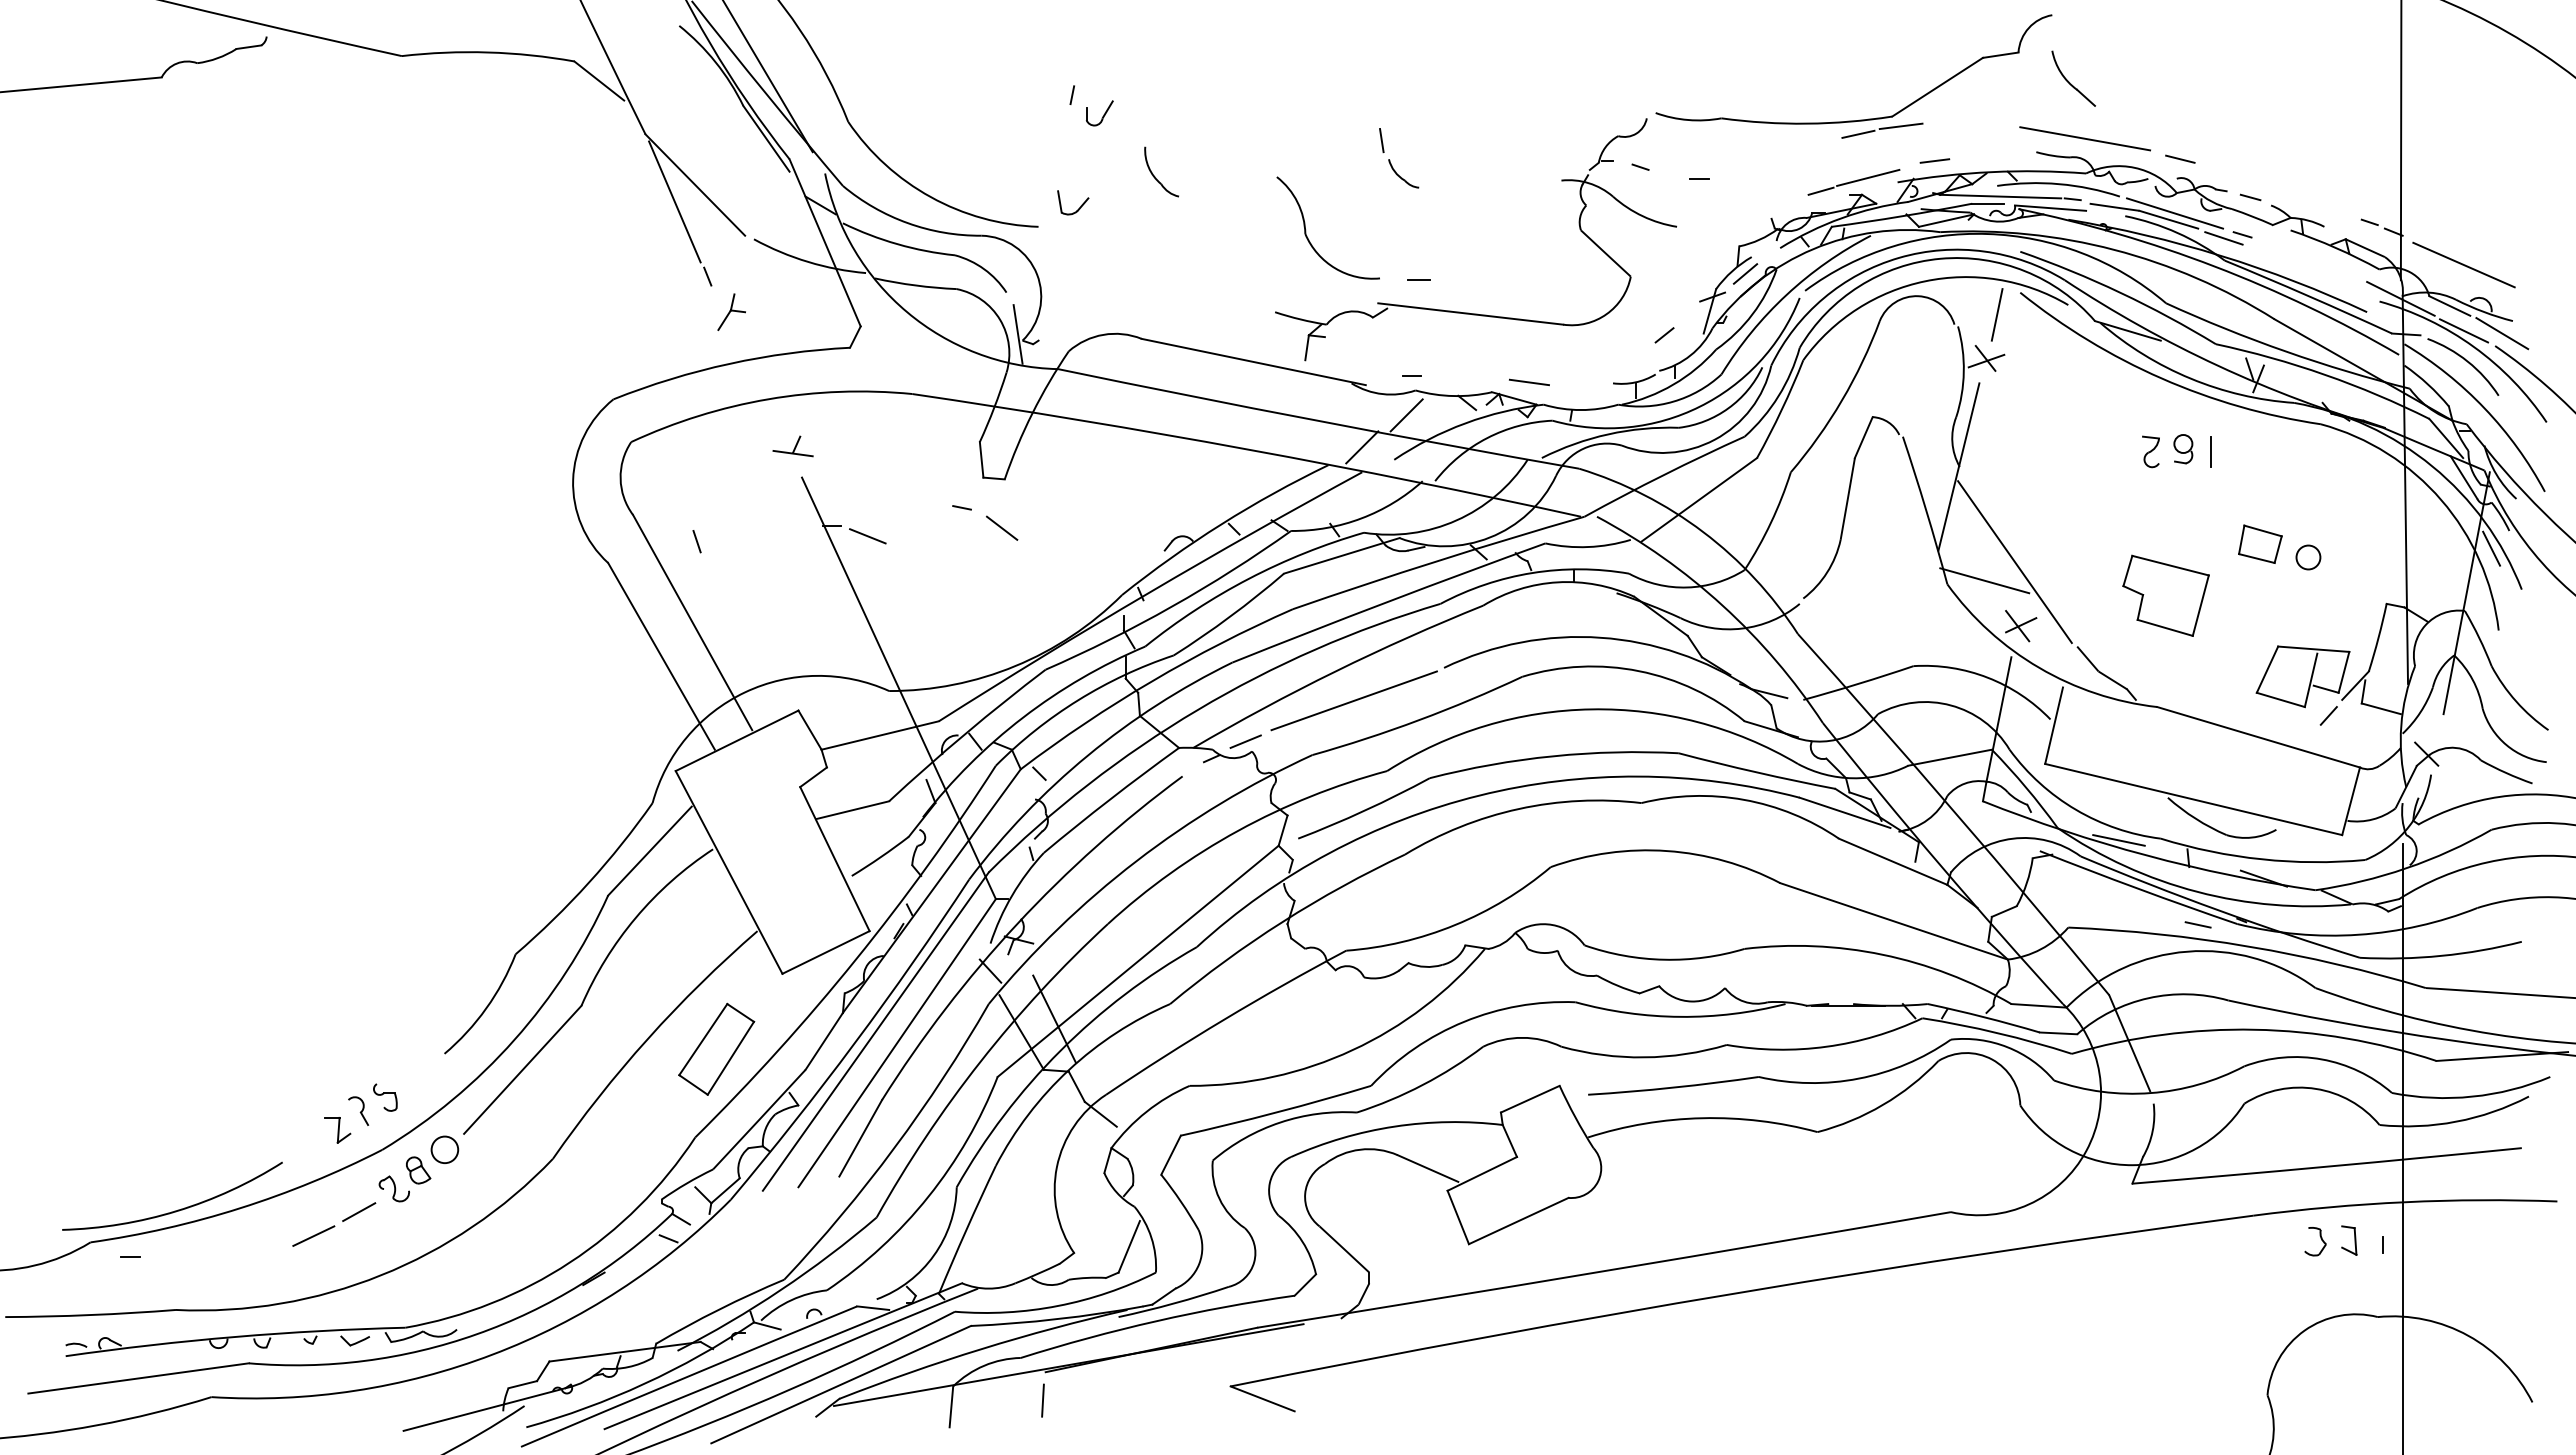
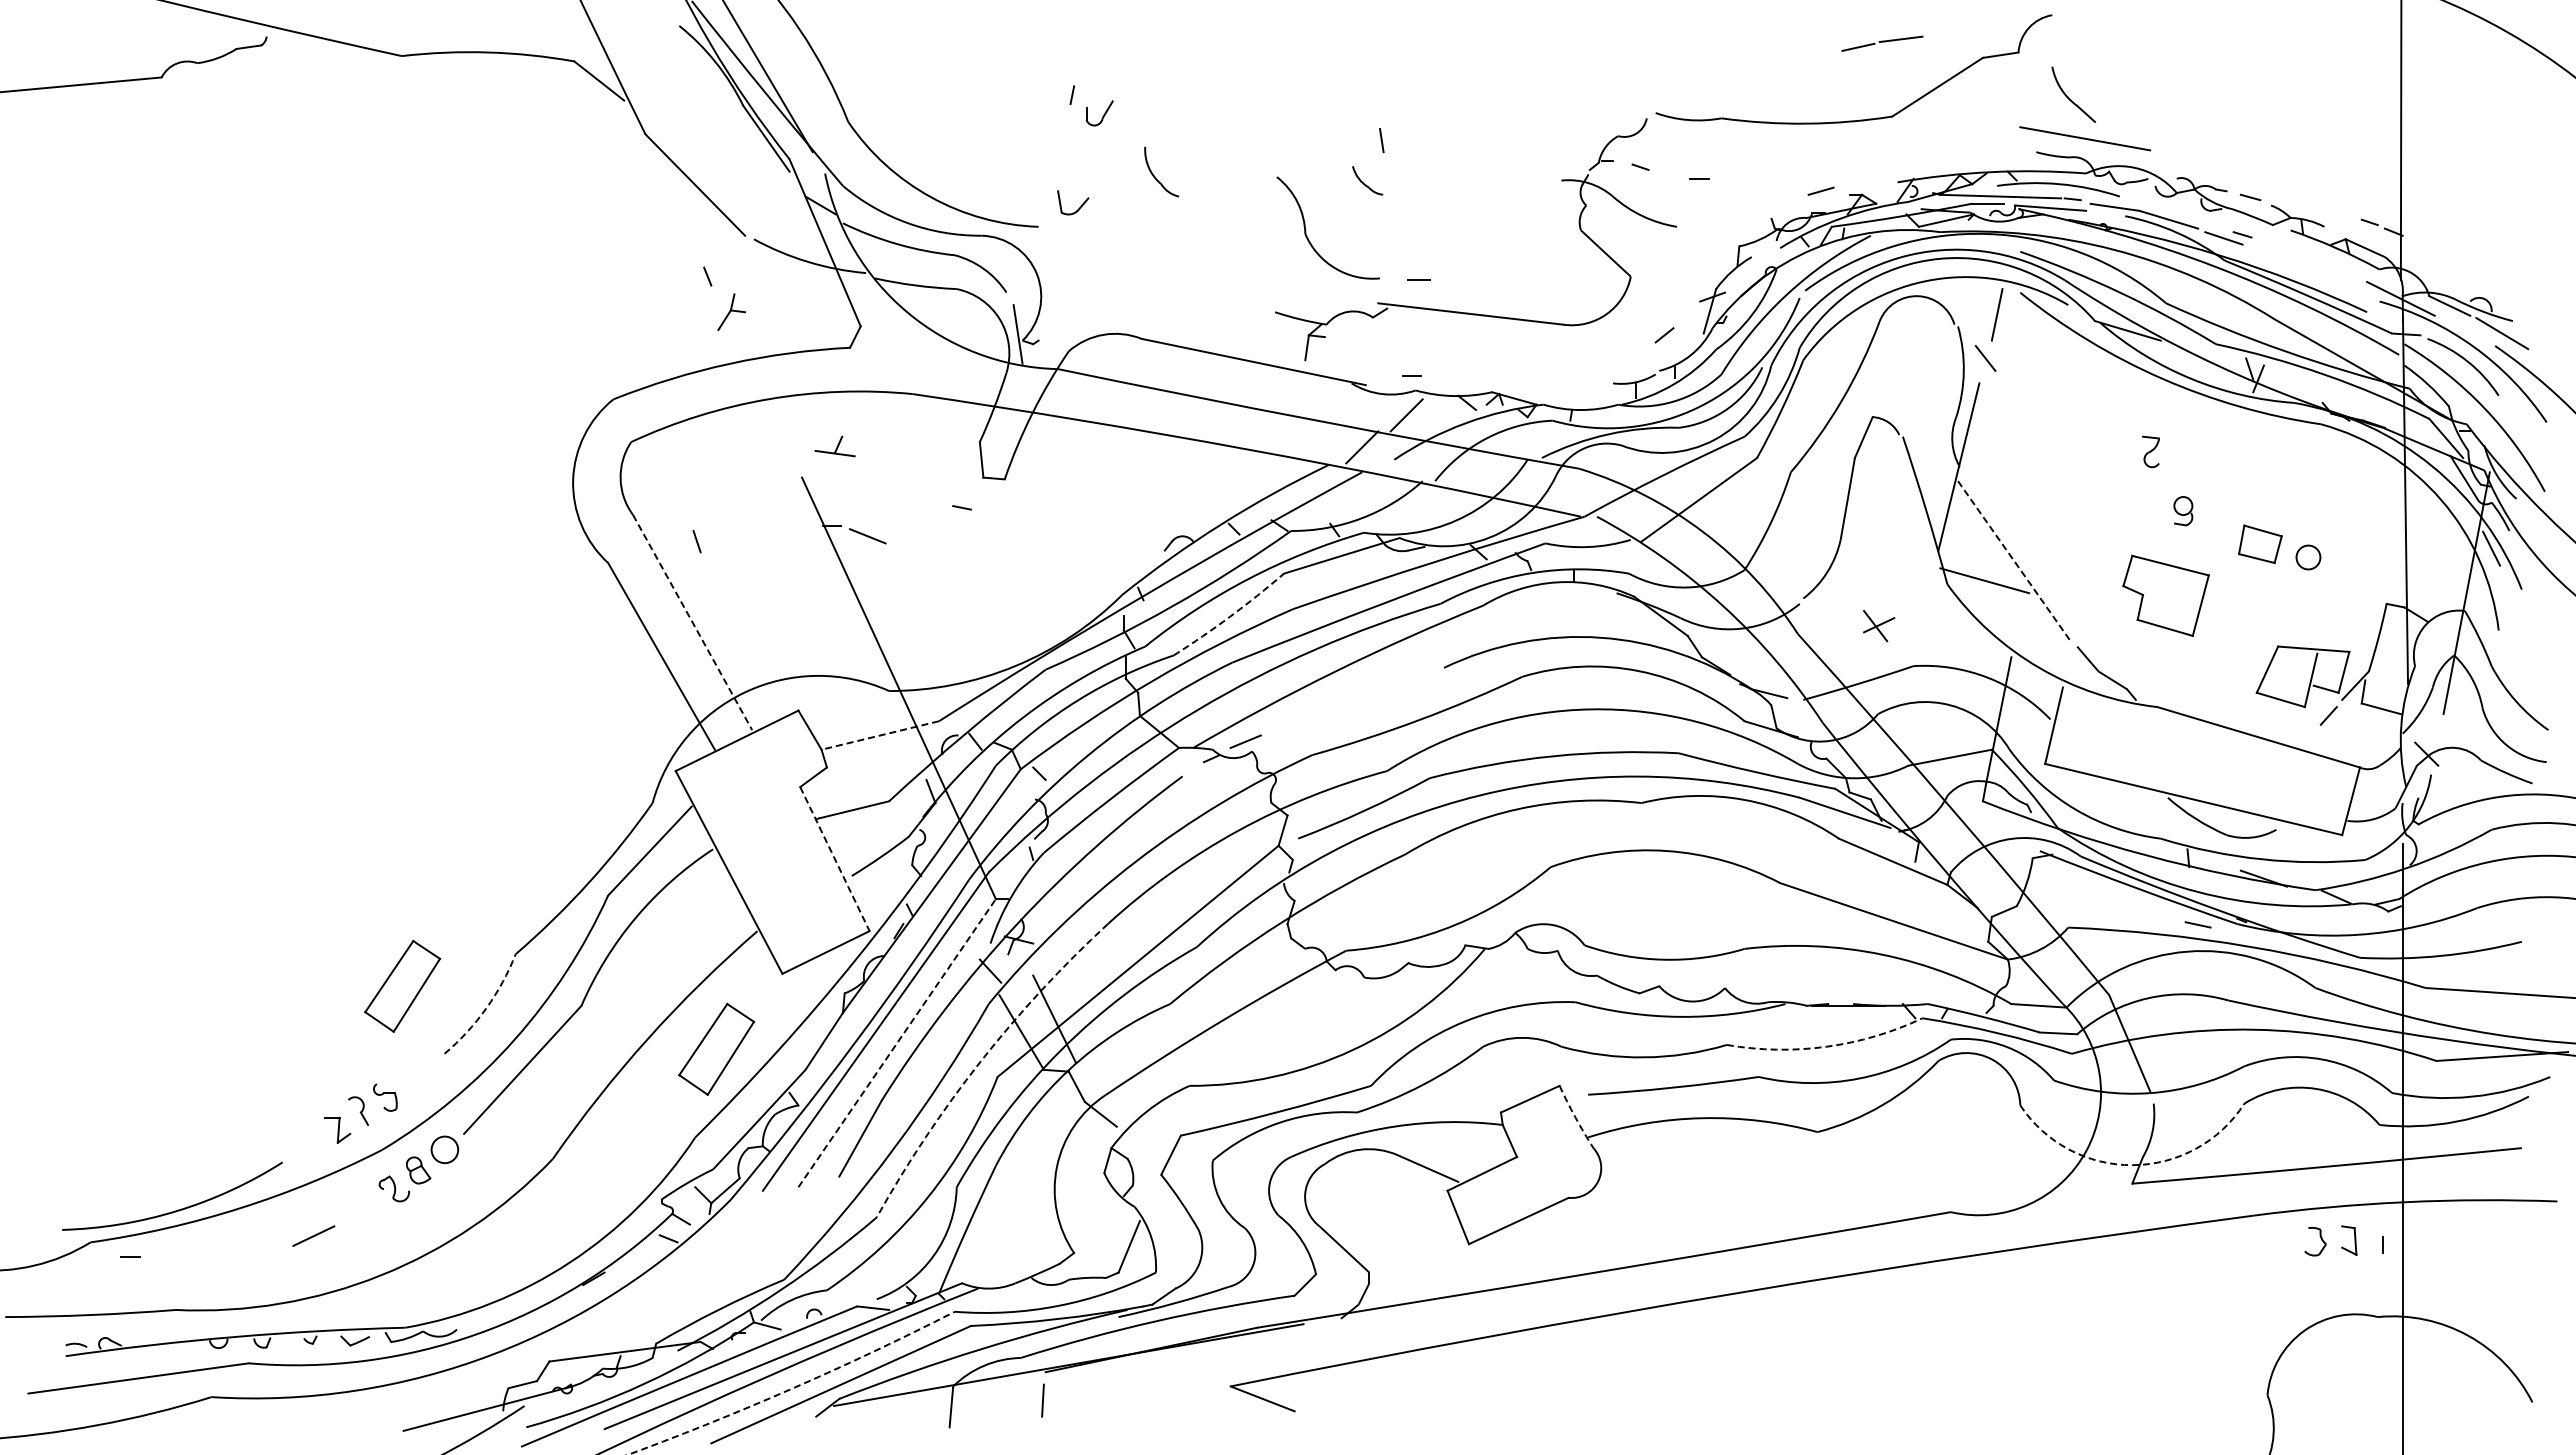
part at (2073, 78) position: (2073, 78) -> (2073, 94)
part at (1882, 130) position: (1882, 130) -> (1882, 43)
line at (2180, 158): present -> none
line at (1934, 160): present -> none
part at (1403, 173) position: (1403, 173) -> (1367, 180)
line at (1868, 177): present -> none
line at (674, 201): present -> none
line at (2175, 213): present -> none
line at (2463, 264): present -> none
line at (1745, 273): present -> none
line at (2464, 330): present -> none
line at (1986, 360): present -> none
line at (1528, 382): present -> none
part at (792, 446) position: (792, 446) -> (834, 446)
part at (2183, 449) position: (2183, 449) -> (2183, 511)
line at (2210, 451): present -> none
line at (1001, 527): present -> none
line at (2014, 562): solid -> dashed
arc at (1230, 616): solid -> dashed
line at (692, 622): solid -> dashed
part at (2021, 626) position: (2021, 626) -> (1879, 626)
line at (1353, 700): present -> none
line at (879, 735): solid -> dashed
line at (2118, 840): present -> none
line at (834, 859): solid -> dashed
part at (402, 985): none -> present
arc at (486, 1008): solid -> dashed
line at (897, 1043): solid -> dashed
arc at (1826, 1046): solid -> dashed
arc at (980, 1061): solid -> dashed
arc at (1575, 1117): solid -> dashed
arc at (2132, 1165): solid -> dashed
line at (359, 1212): present -> none
arc at (793, 1388): solid -> dashed
